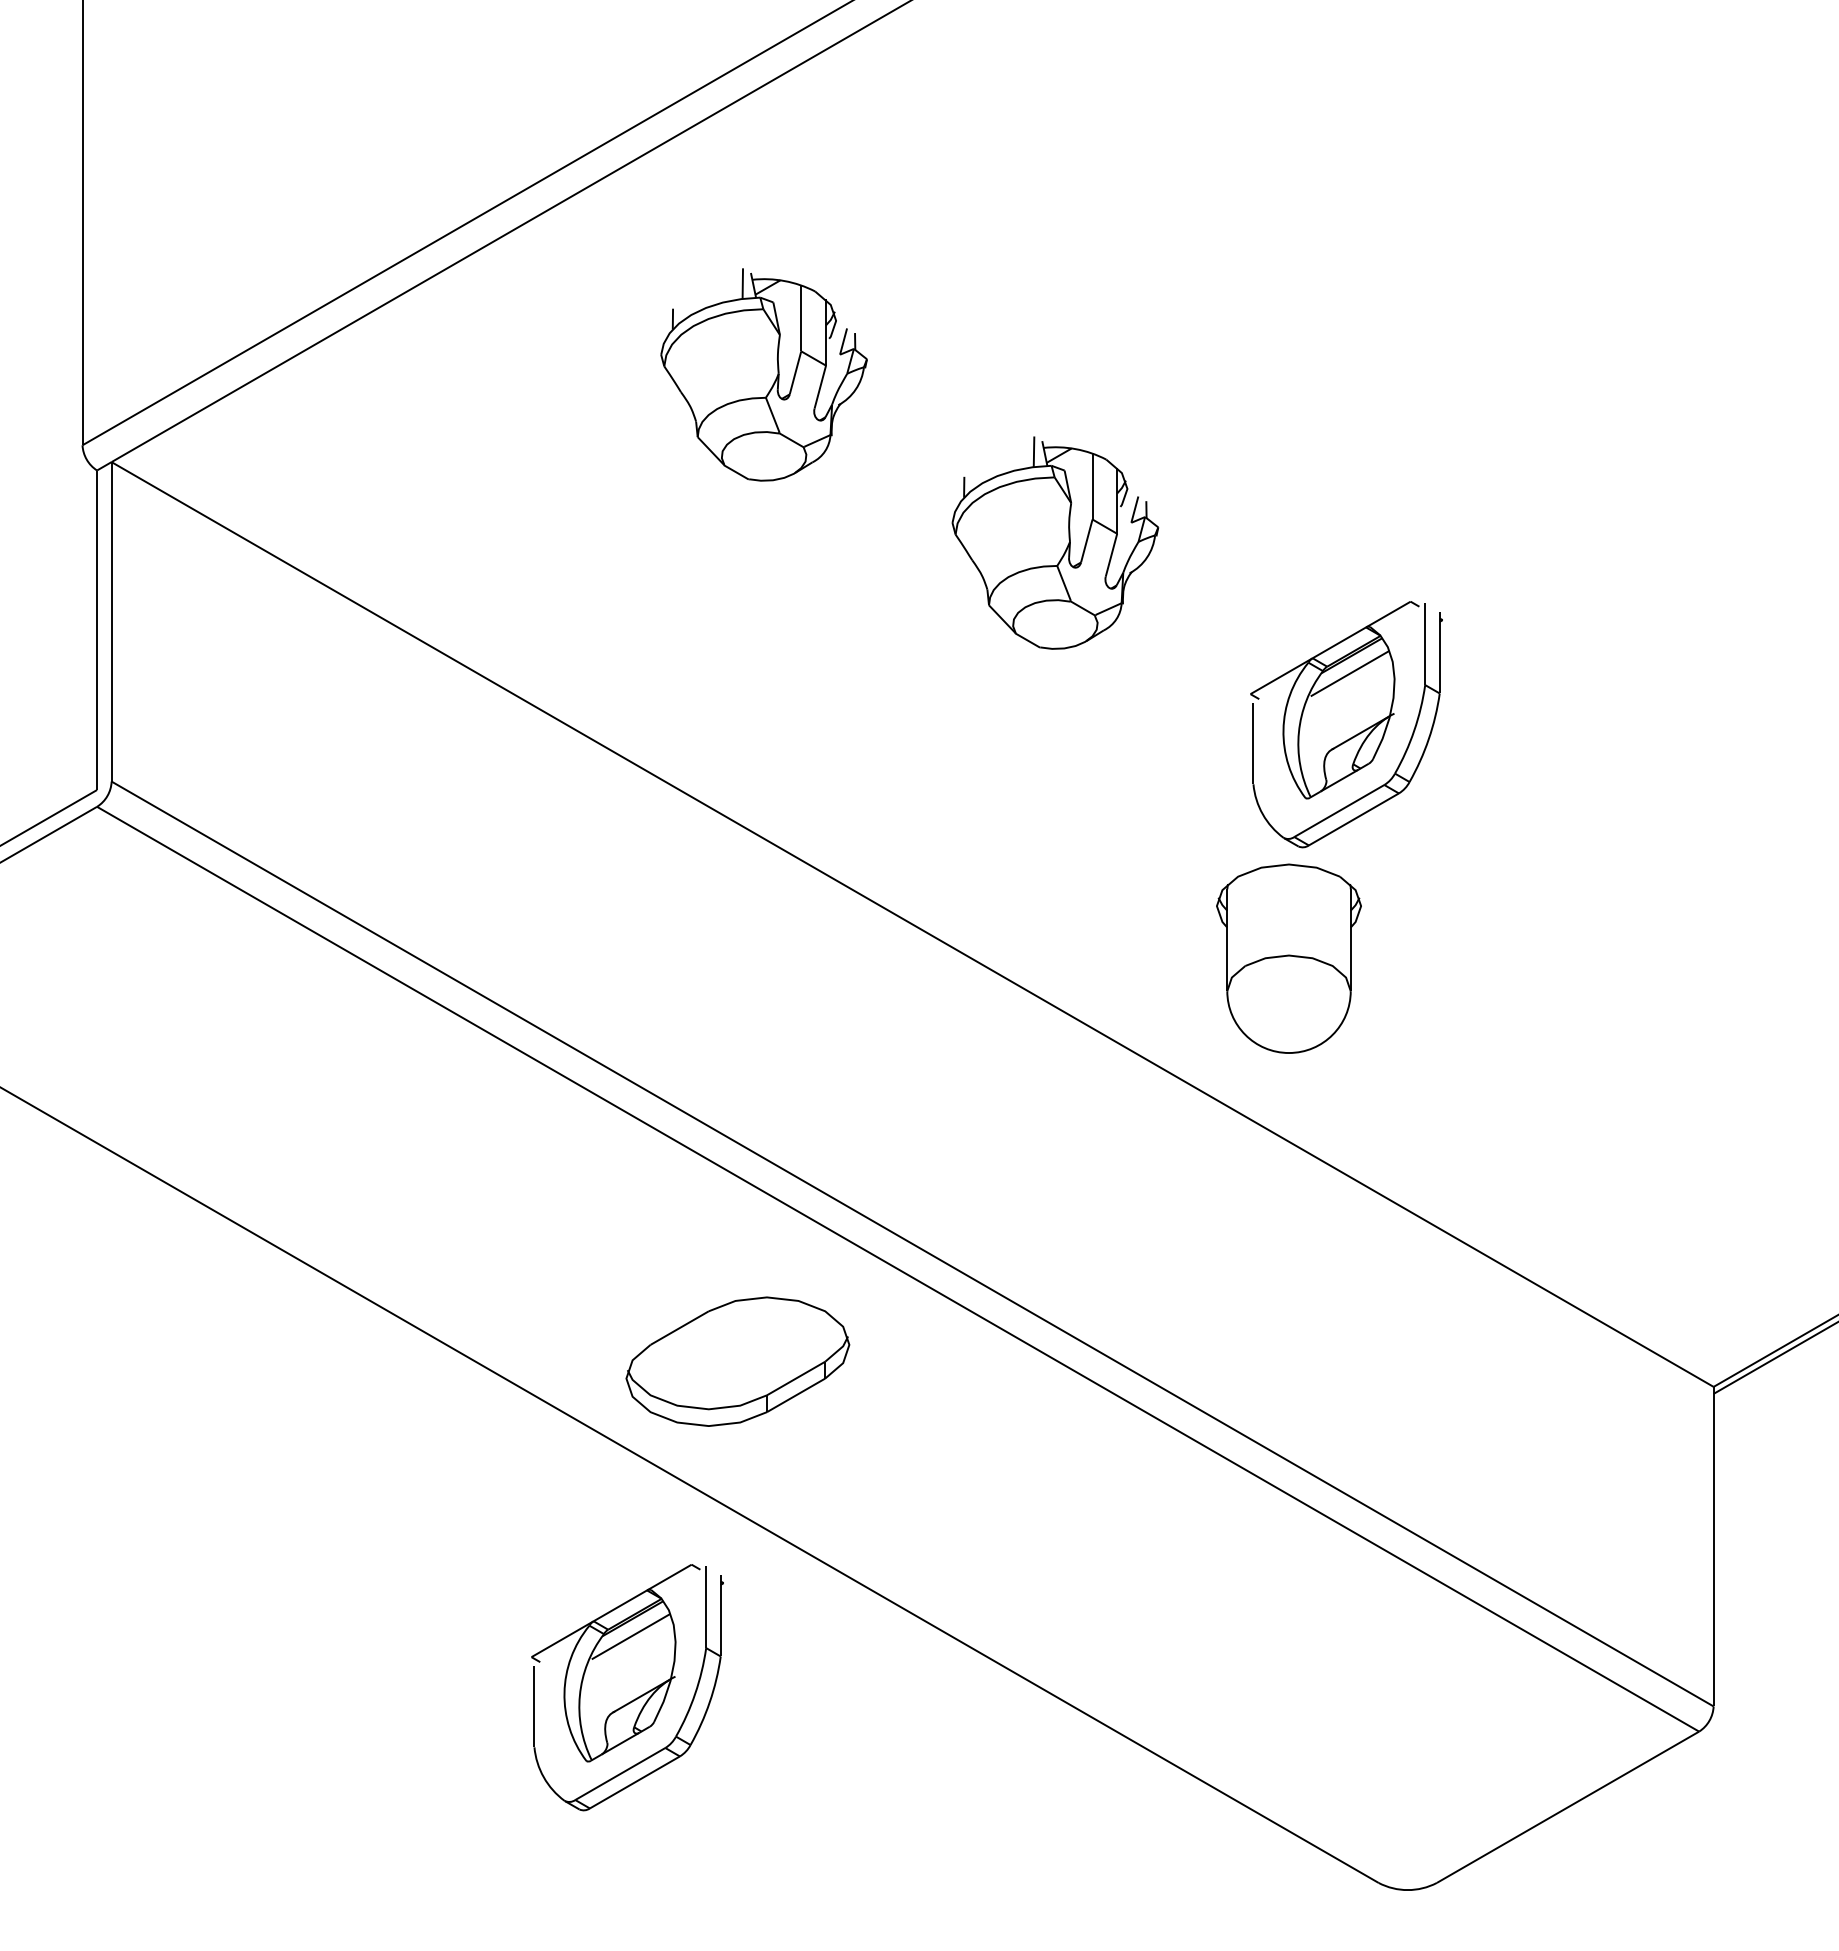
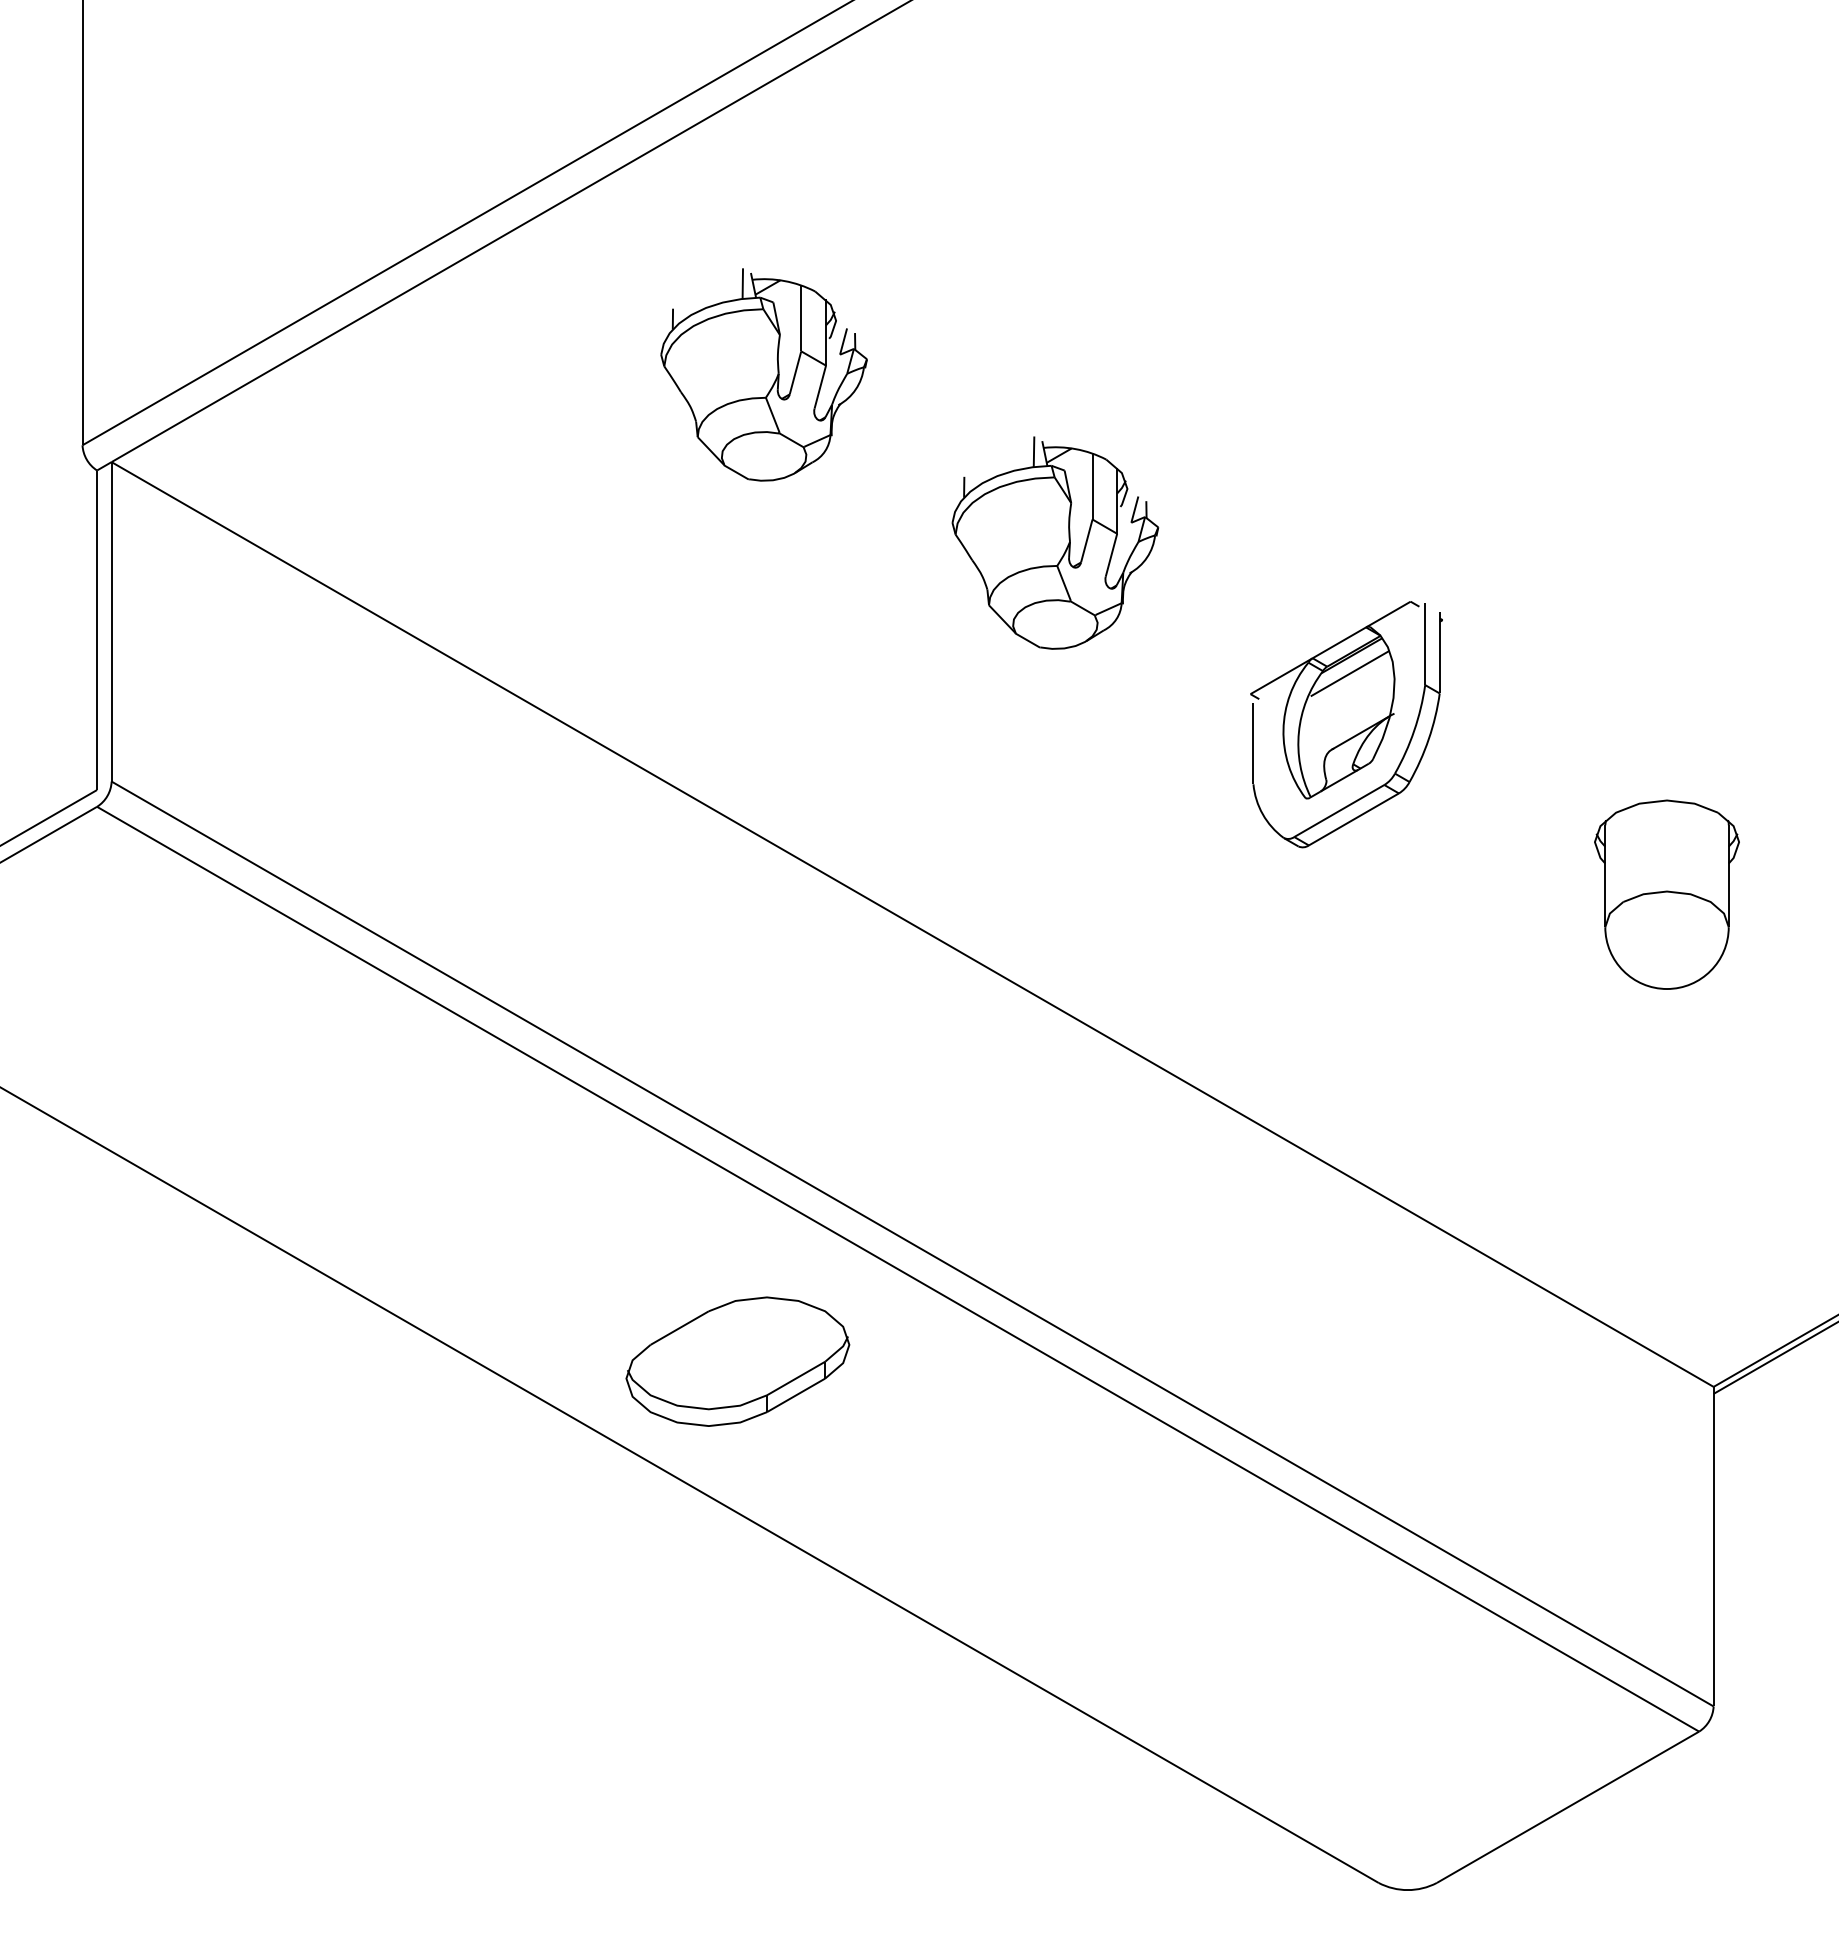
part at (1288, 958) position: (1288, 958) -> (1666, 894)
part at (627, 1687): present -> none
